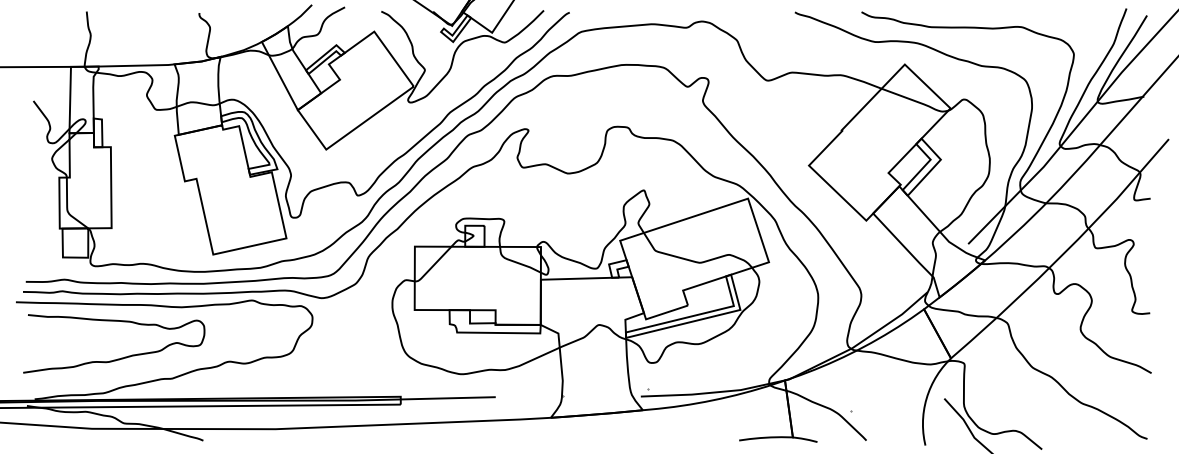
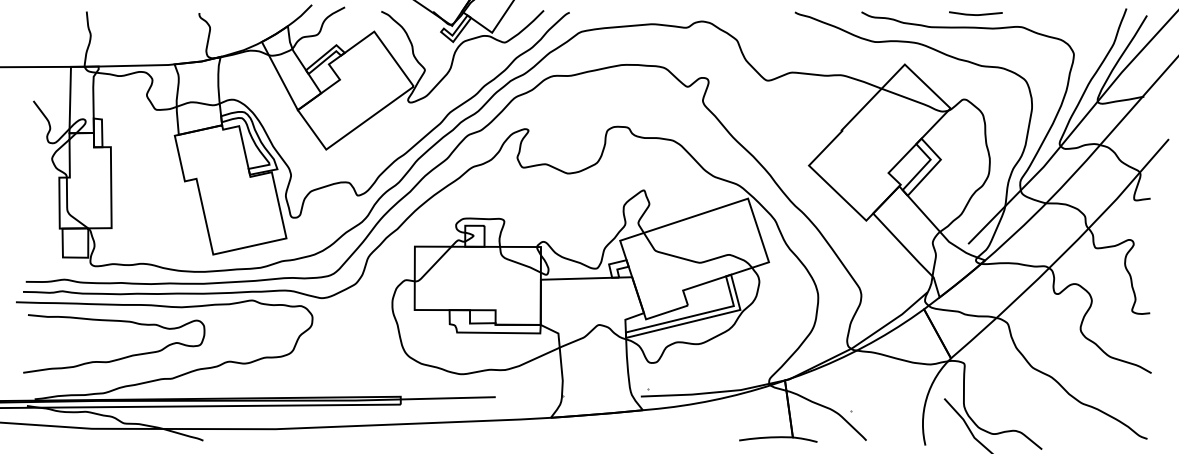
line at (975, 14): none -> present
